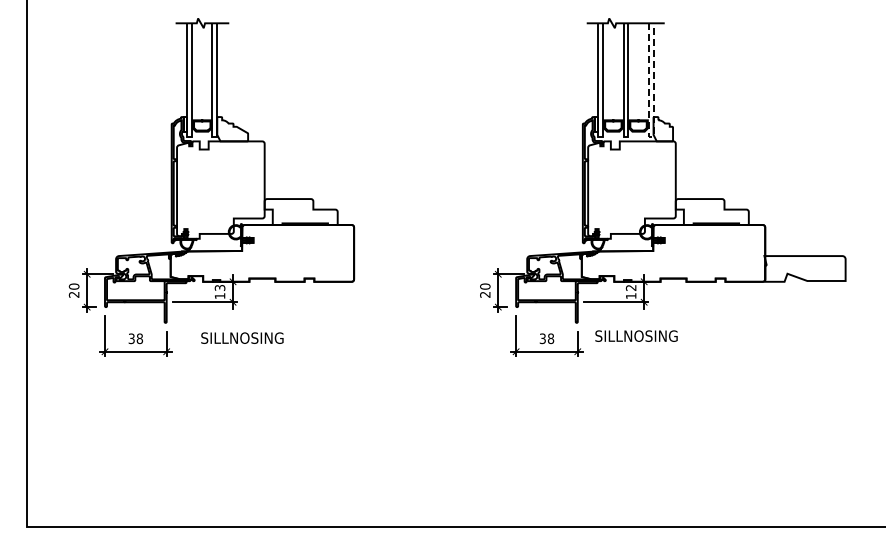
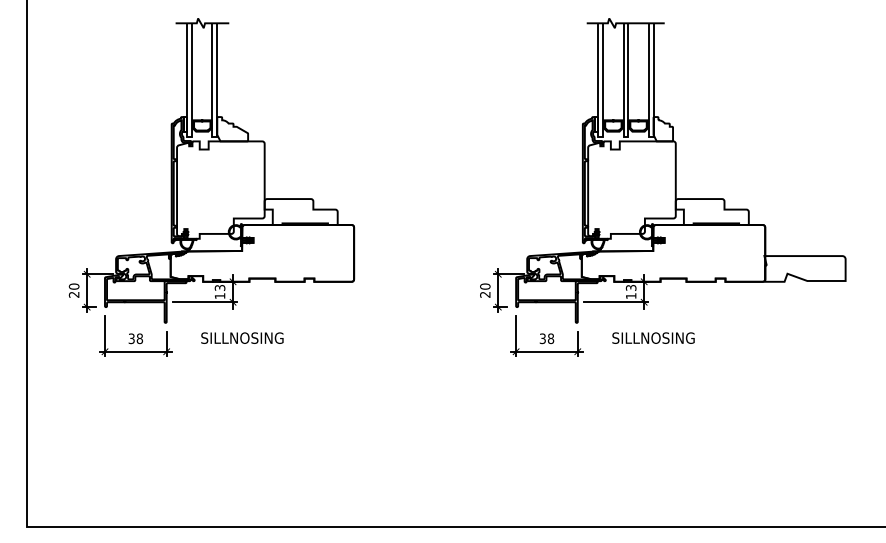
line at (651, 136): dashed -> solid
text at (631, 287): 12 -> 13
text at (636, 335) position: (636, 335) -> (653, 337)
